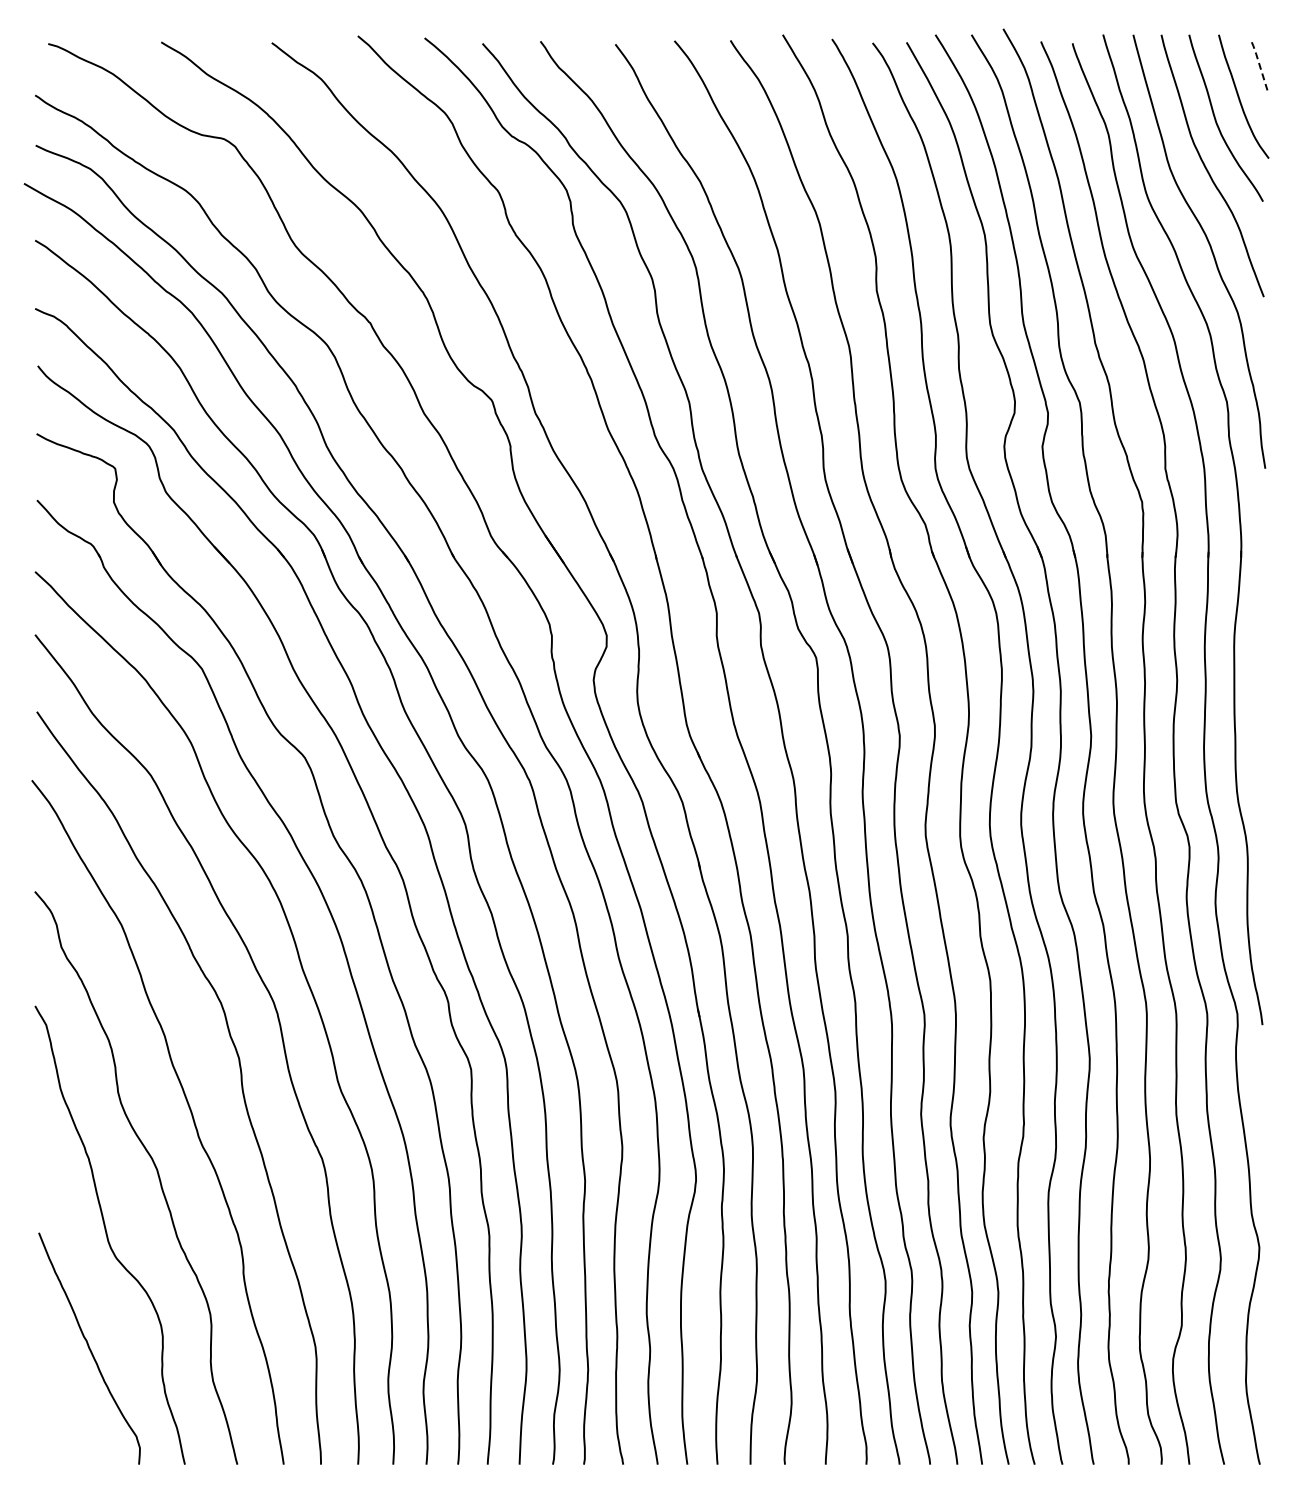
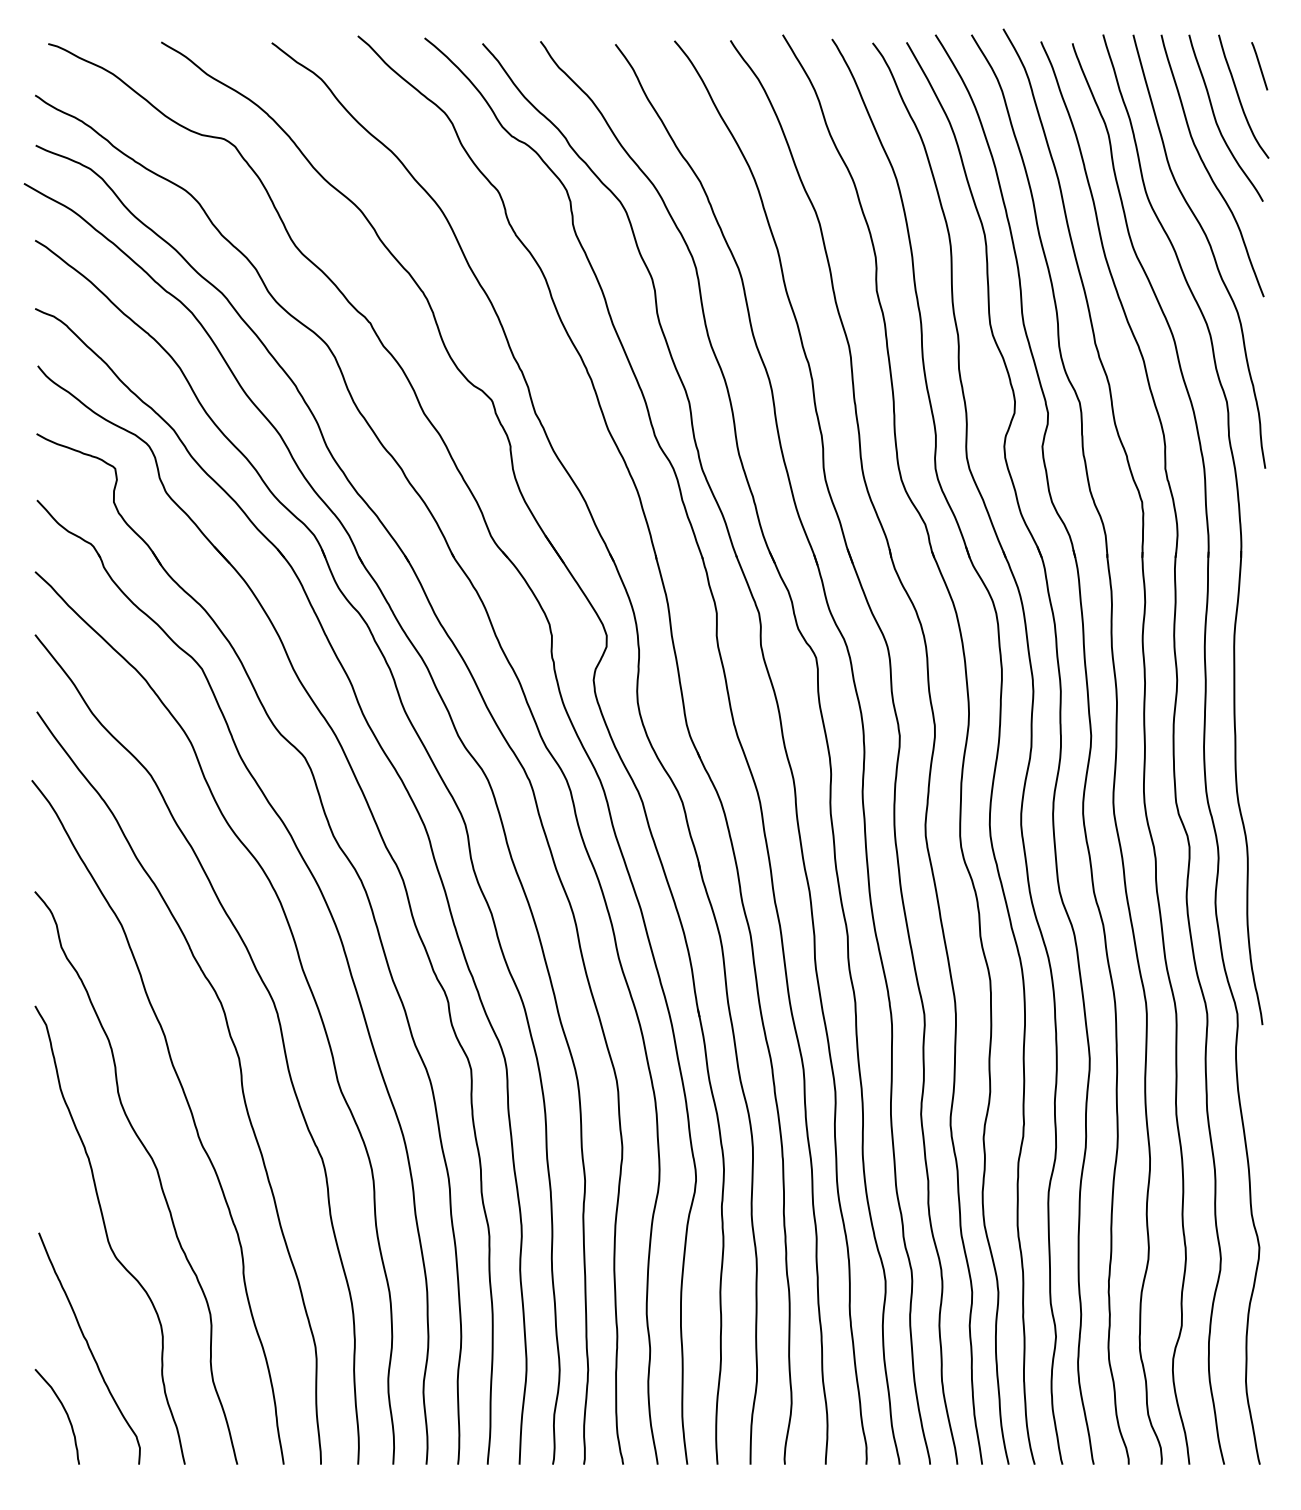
line at (1259, 65): dashed -> solid
curve at (64, 1411): none -> present
